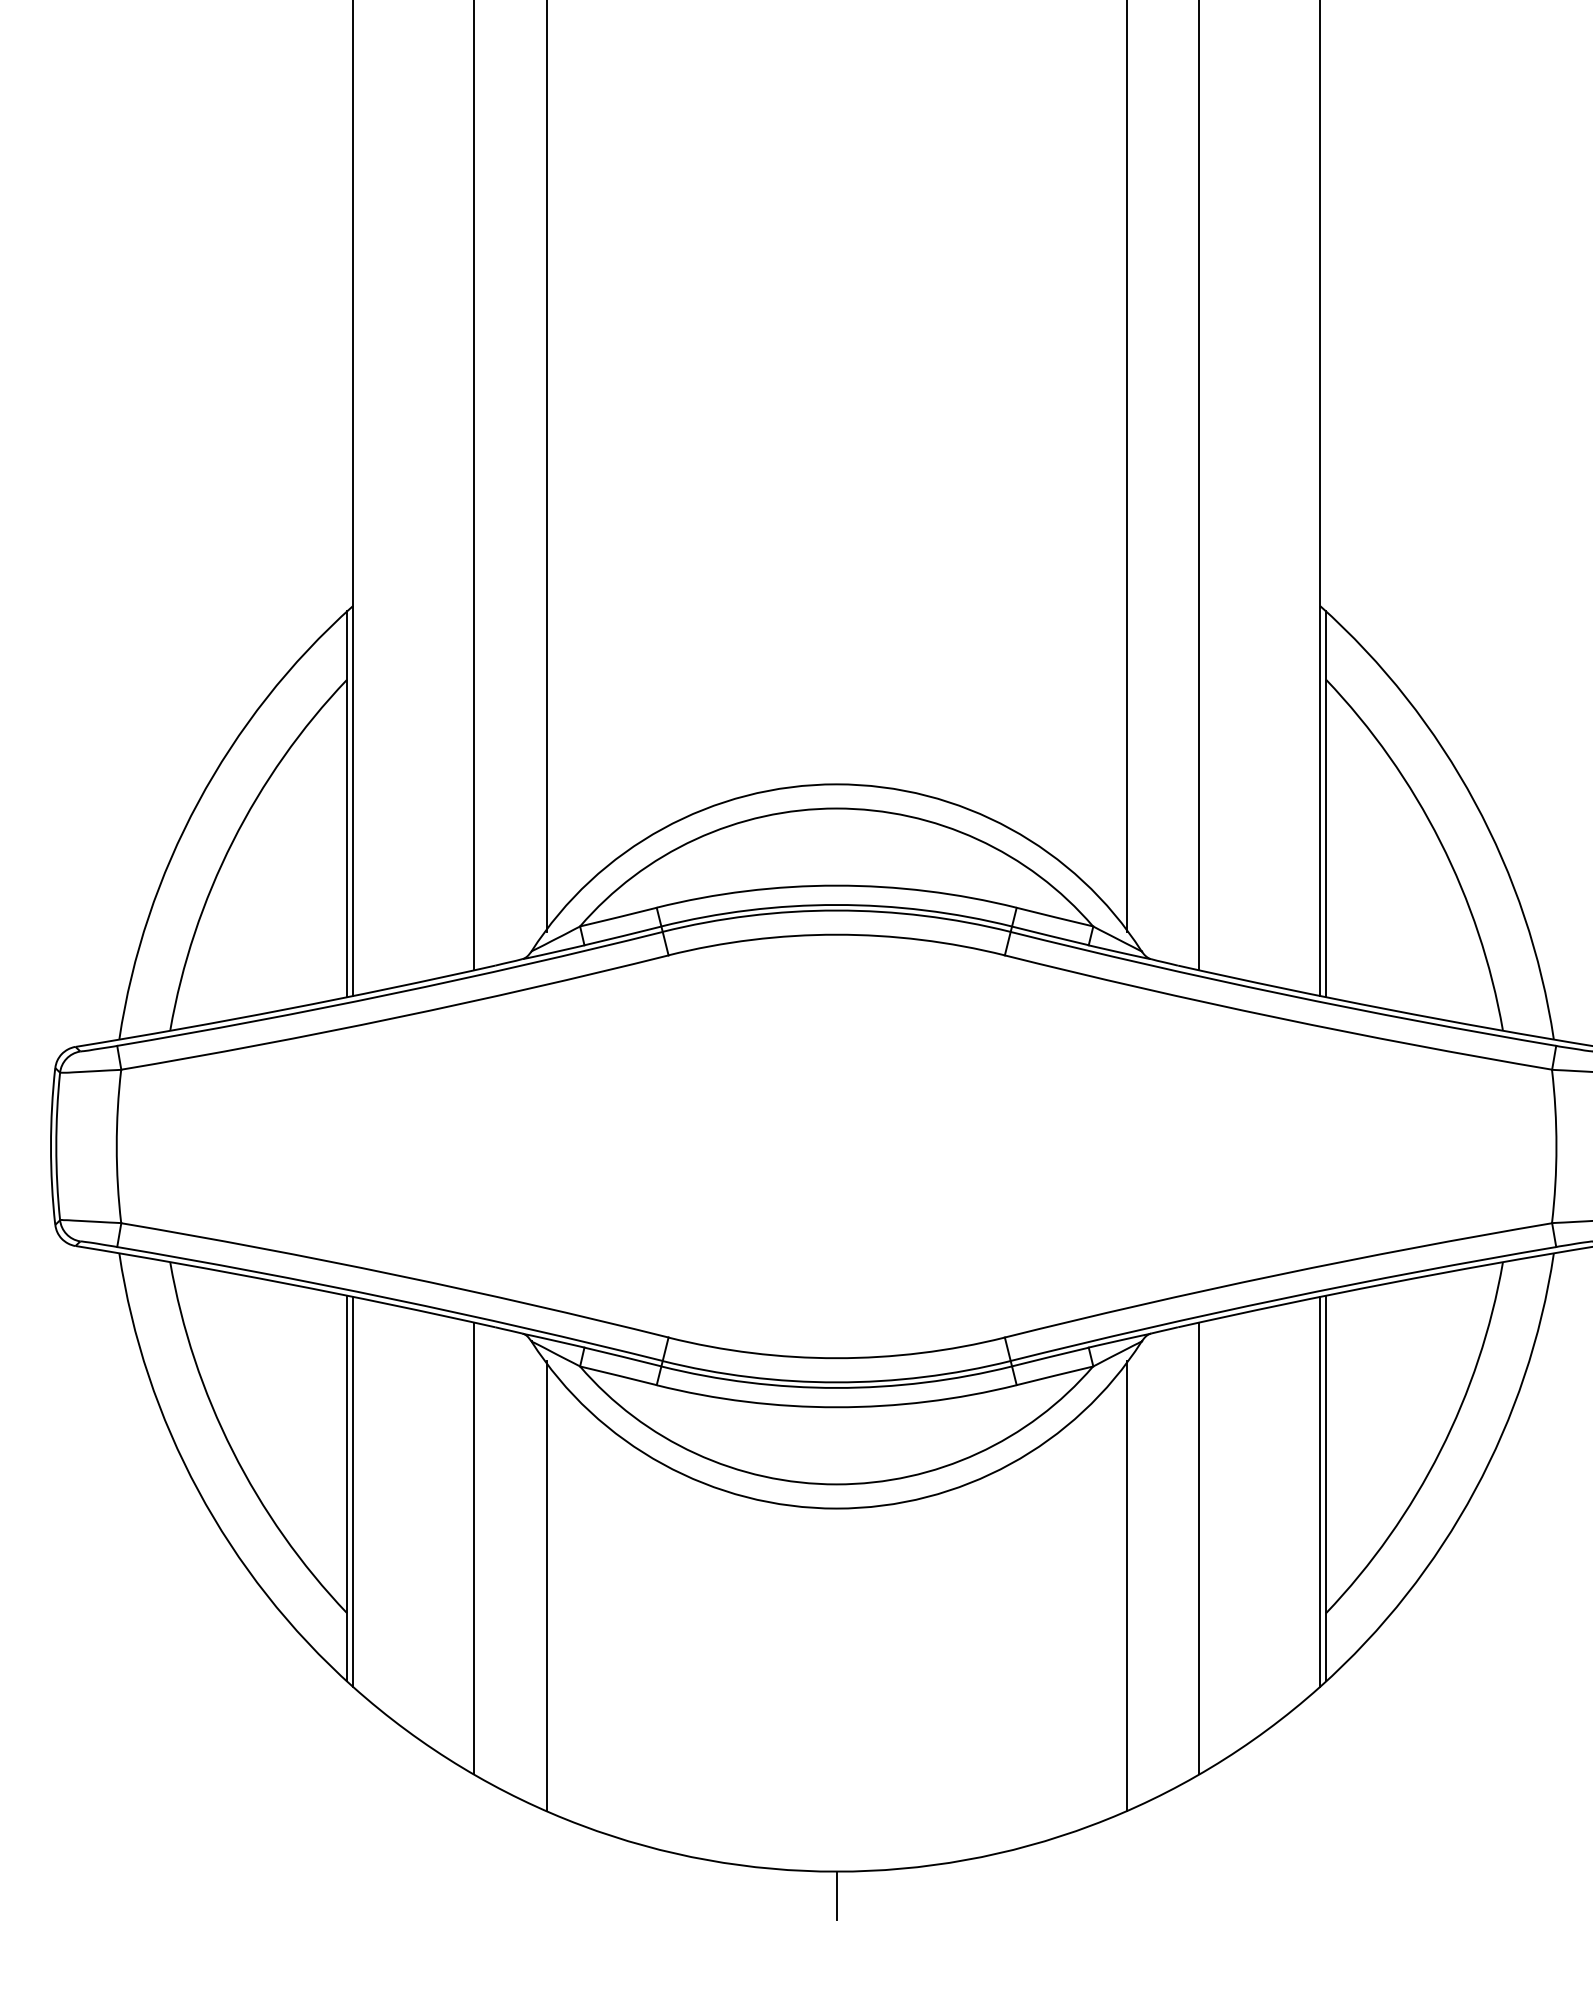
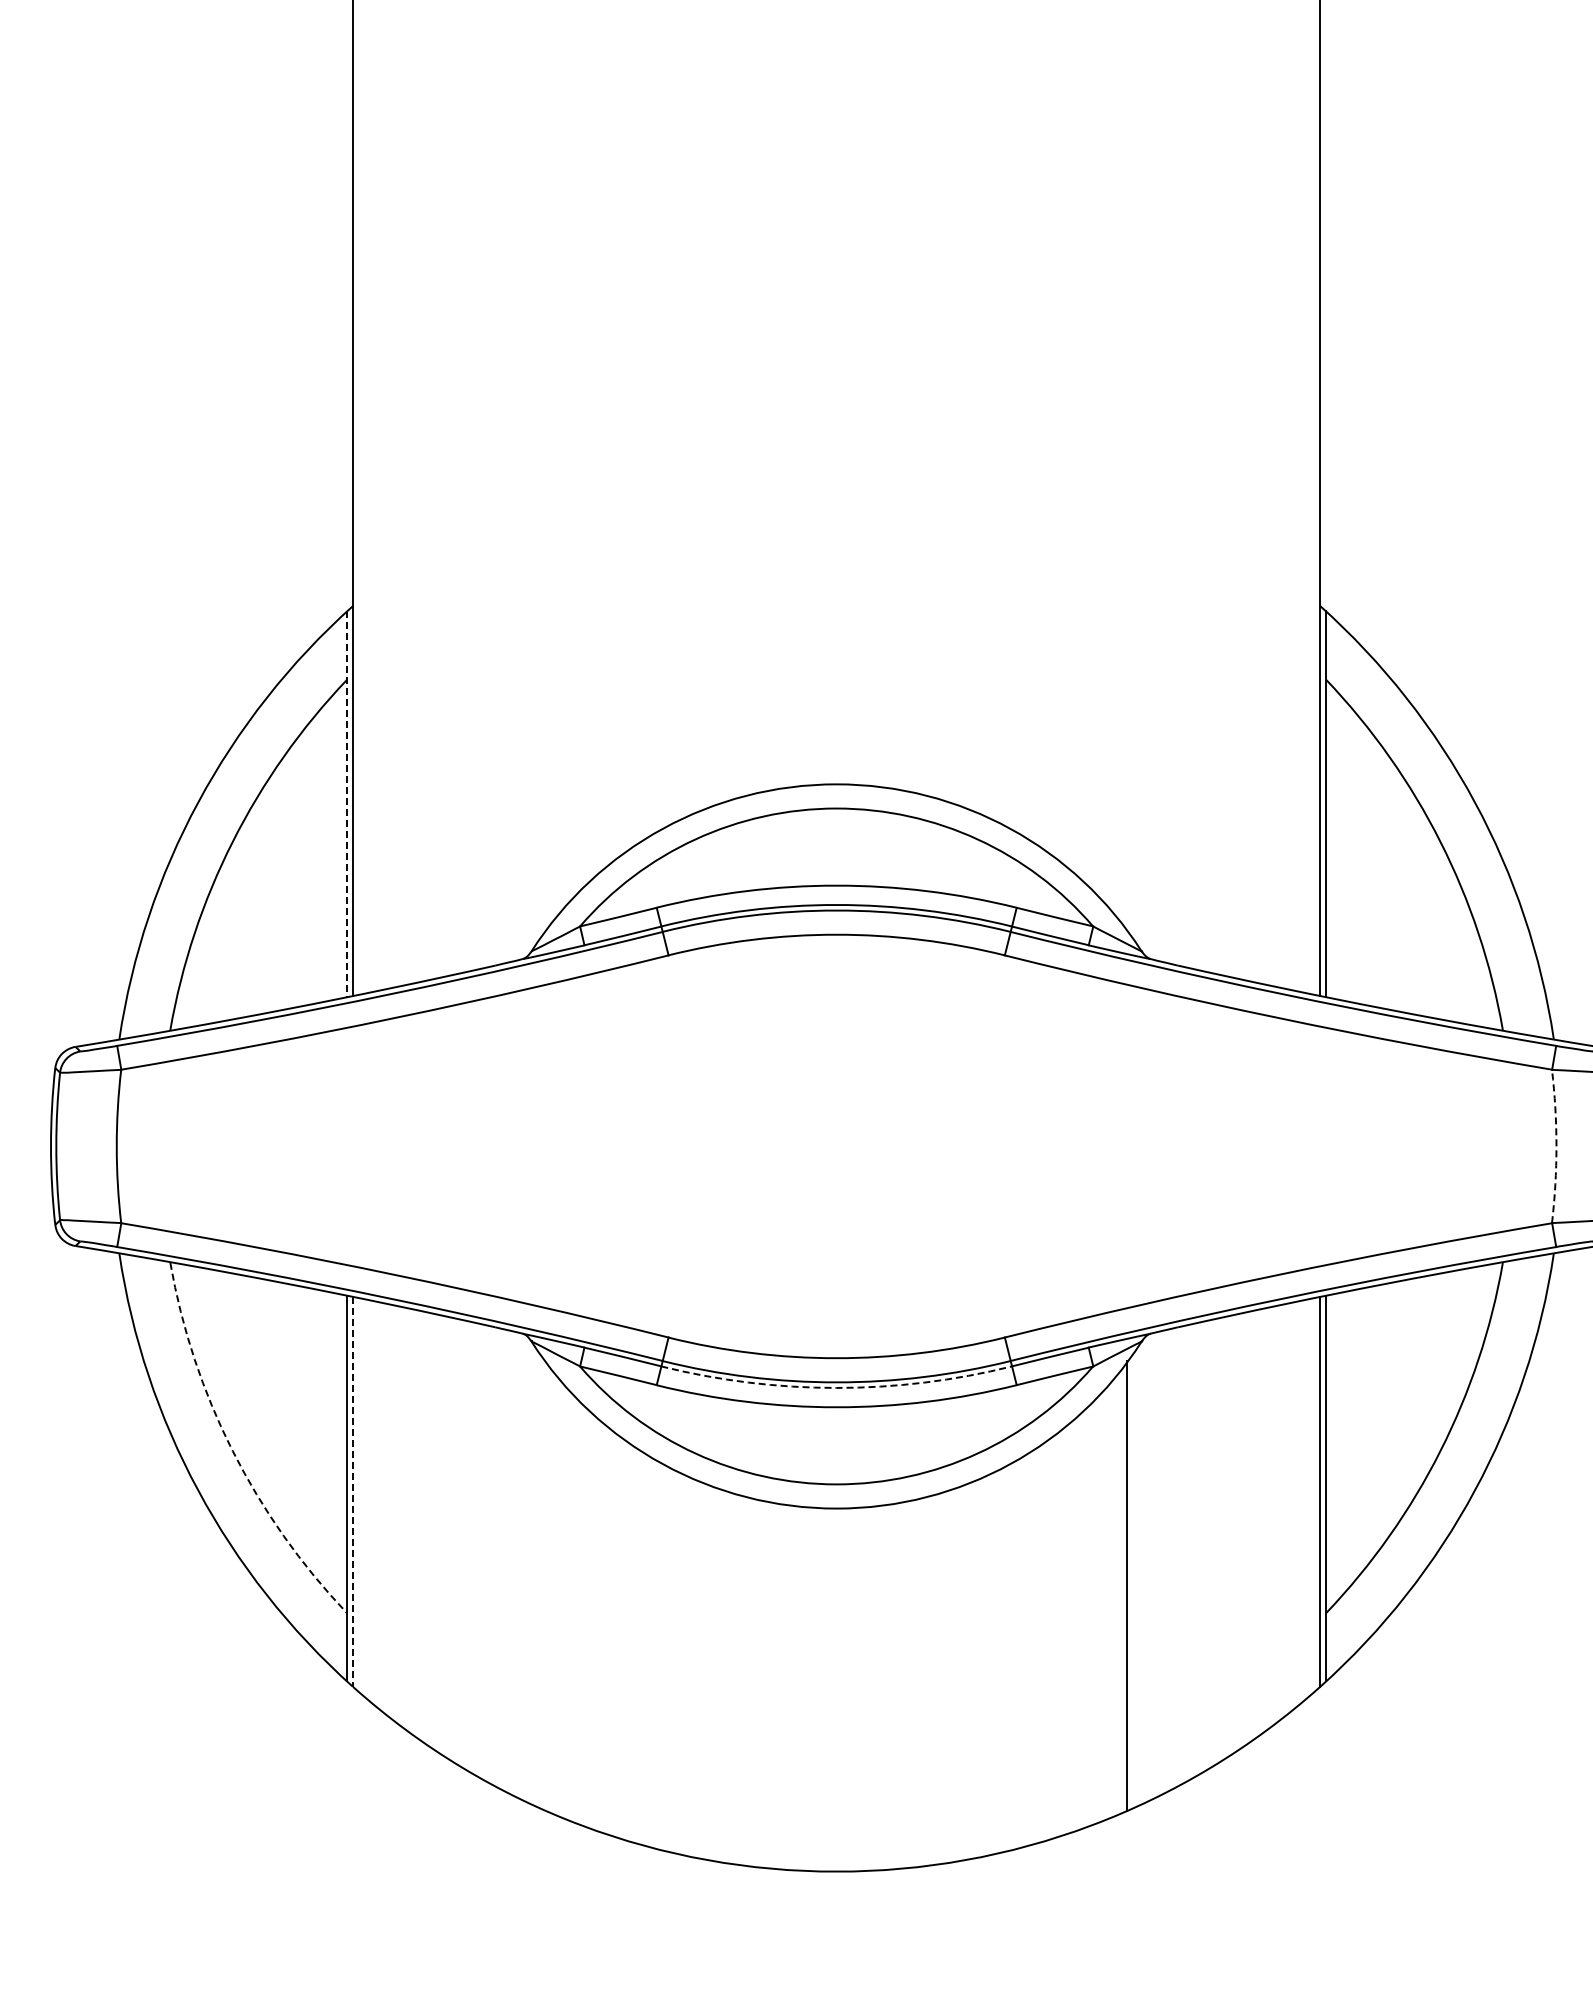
line at (546, 466): present -> none
line at (1126, 466): present -> none
line at (474, 486): present -> none
line at (1199, 486): present -> none
line at (347, 804): solid -> dashed
arc at (1556, 1146): solid -> dashed
arc at (836, 1387): solid -> dashed
arc at (232, 1451): solid -> dashed
line at (353, 1492): solid -> dashed
line at (474, 1548): present -> none
line at (1199, 1548): present -> none
line at (546, 1585): present -> none
line at (836, 1895): present -> none
